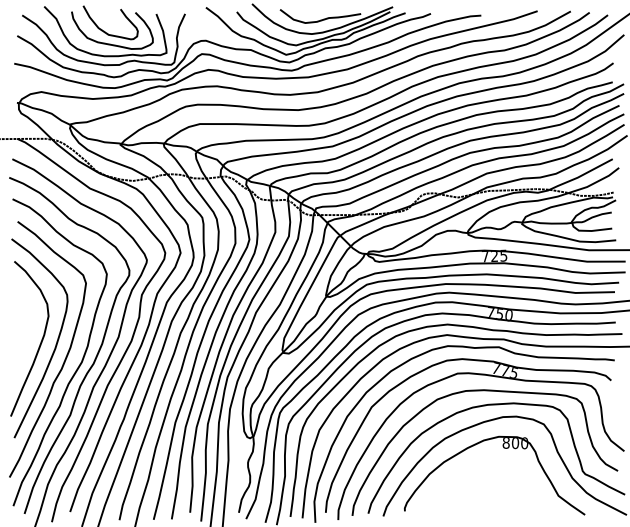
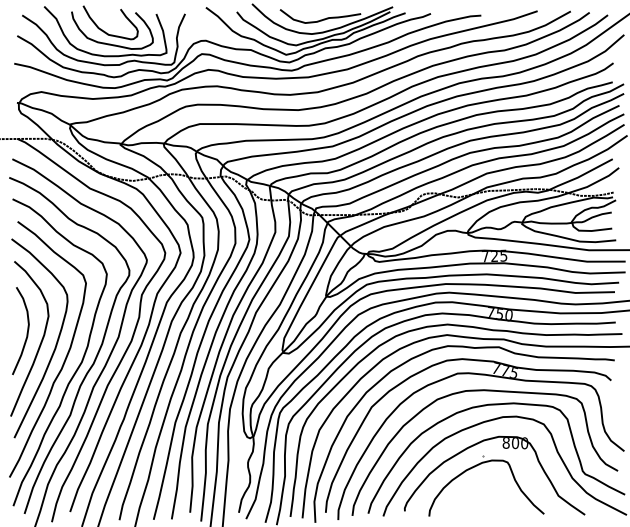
curve at (26, 332): none -> present
part at (477, 466): none -> present
